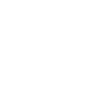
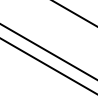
line at (74, 13): none -> present
line at (48, 51): none -> present
line at (48, 65): none -> present
